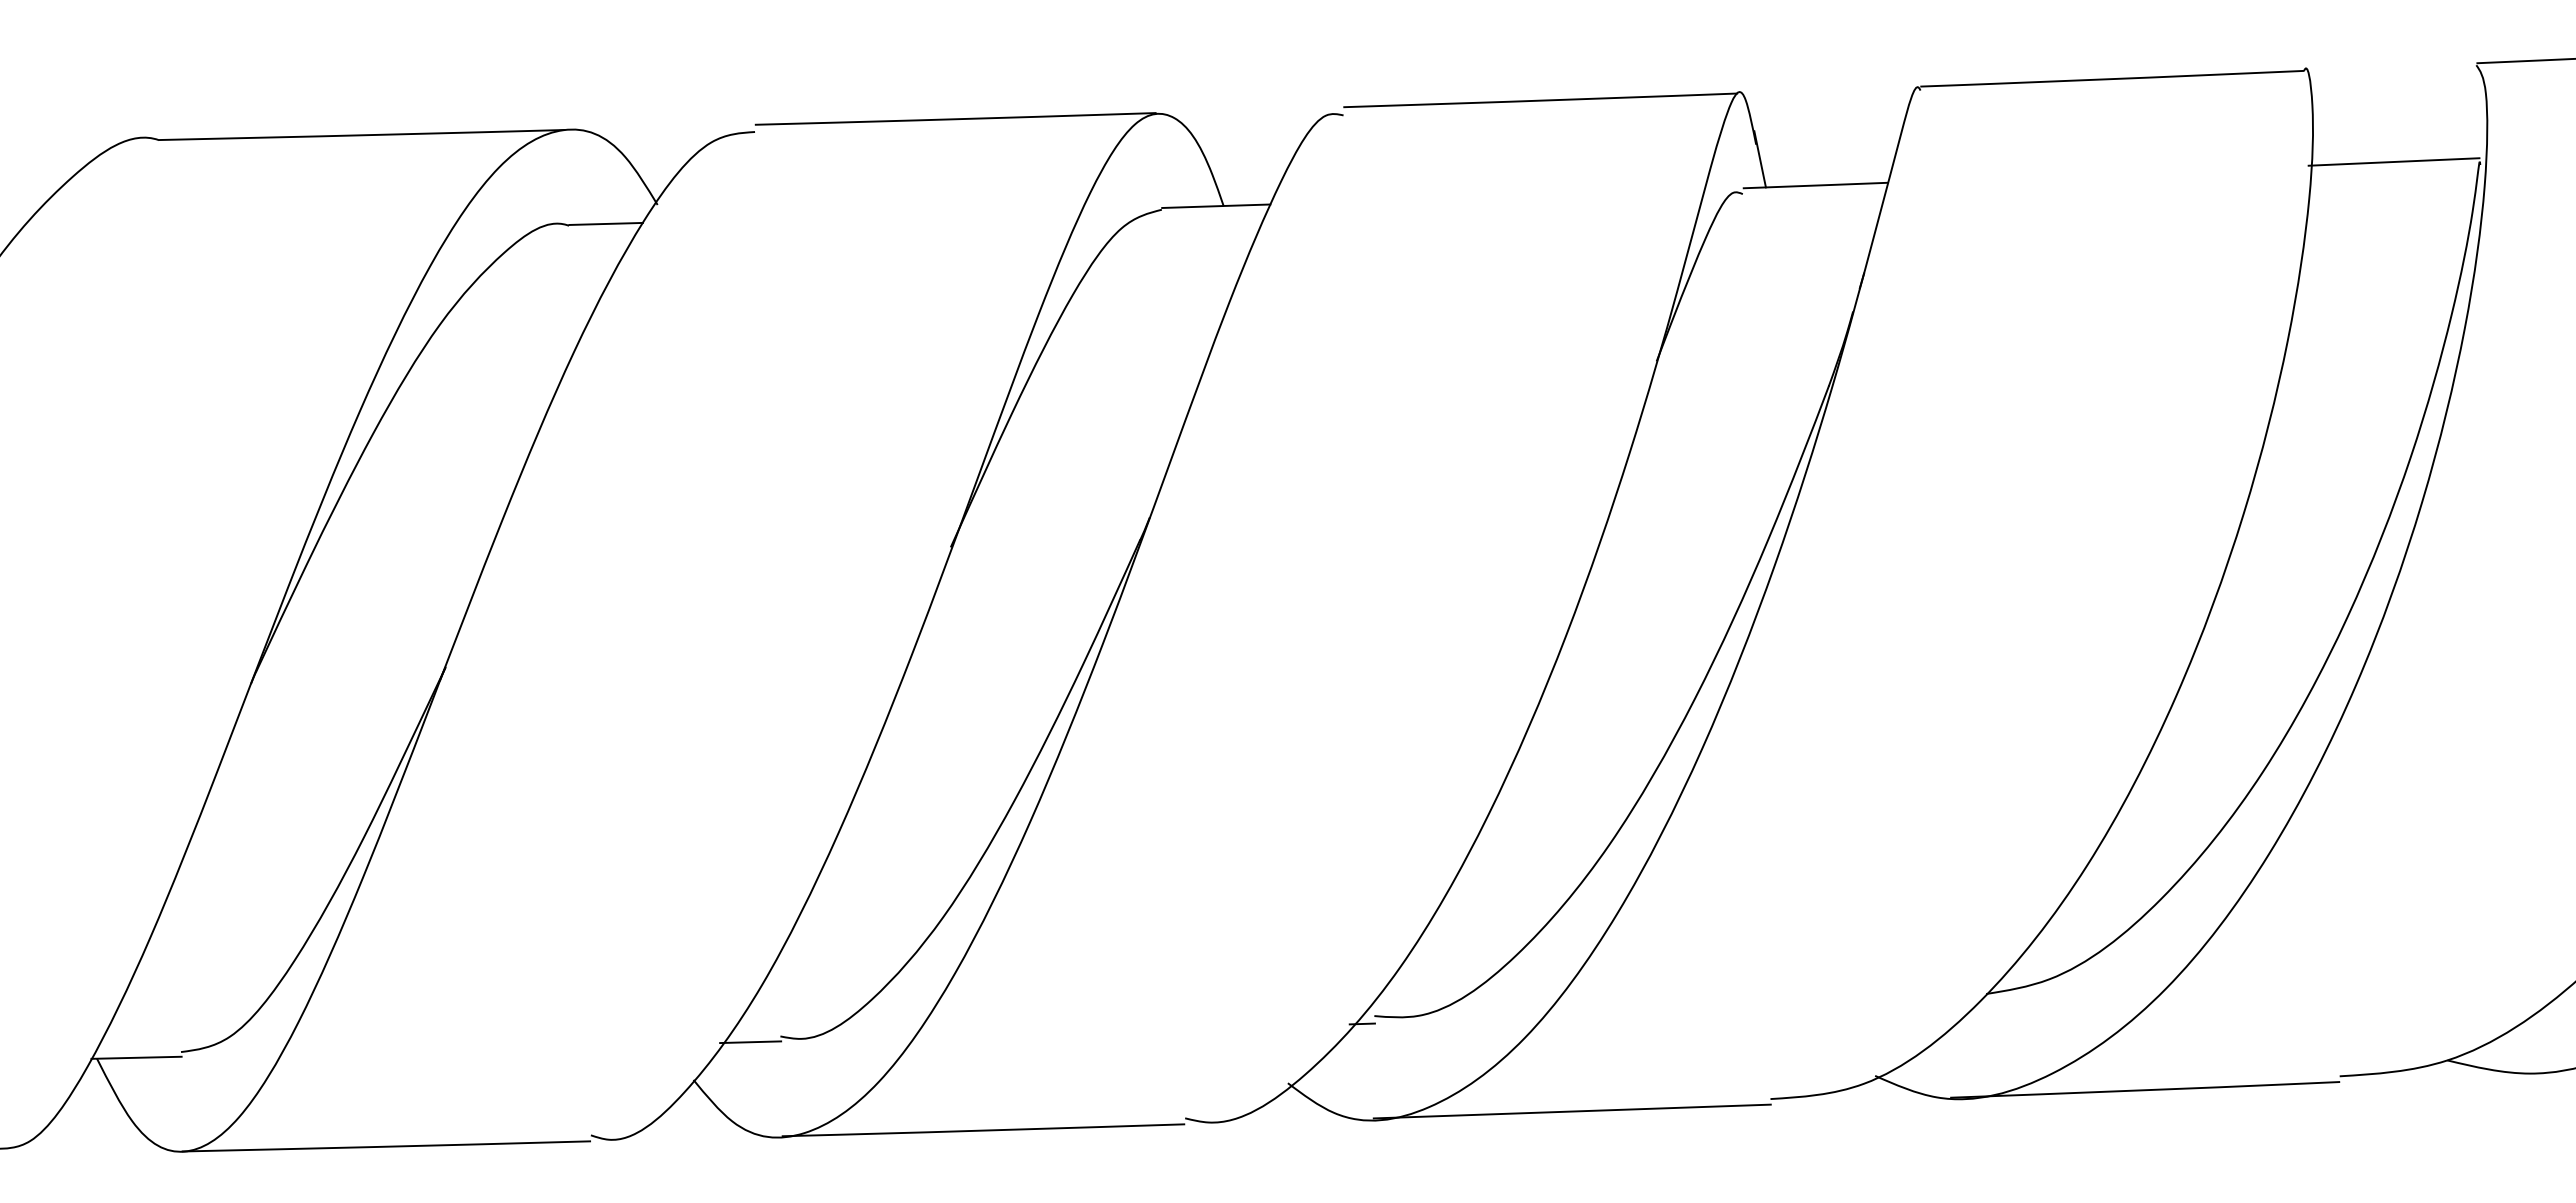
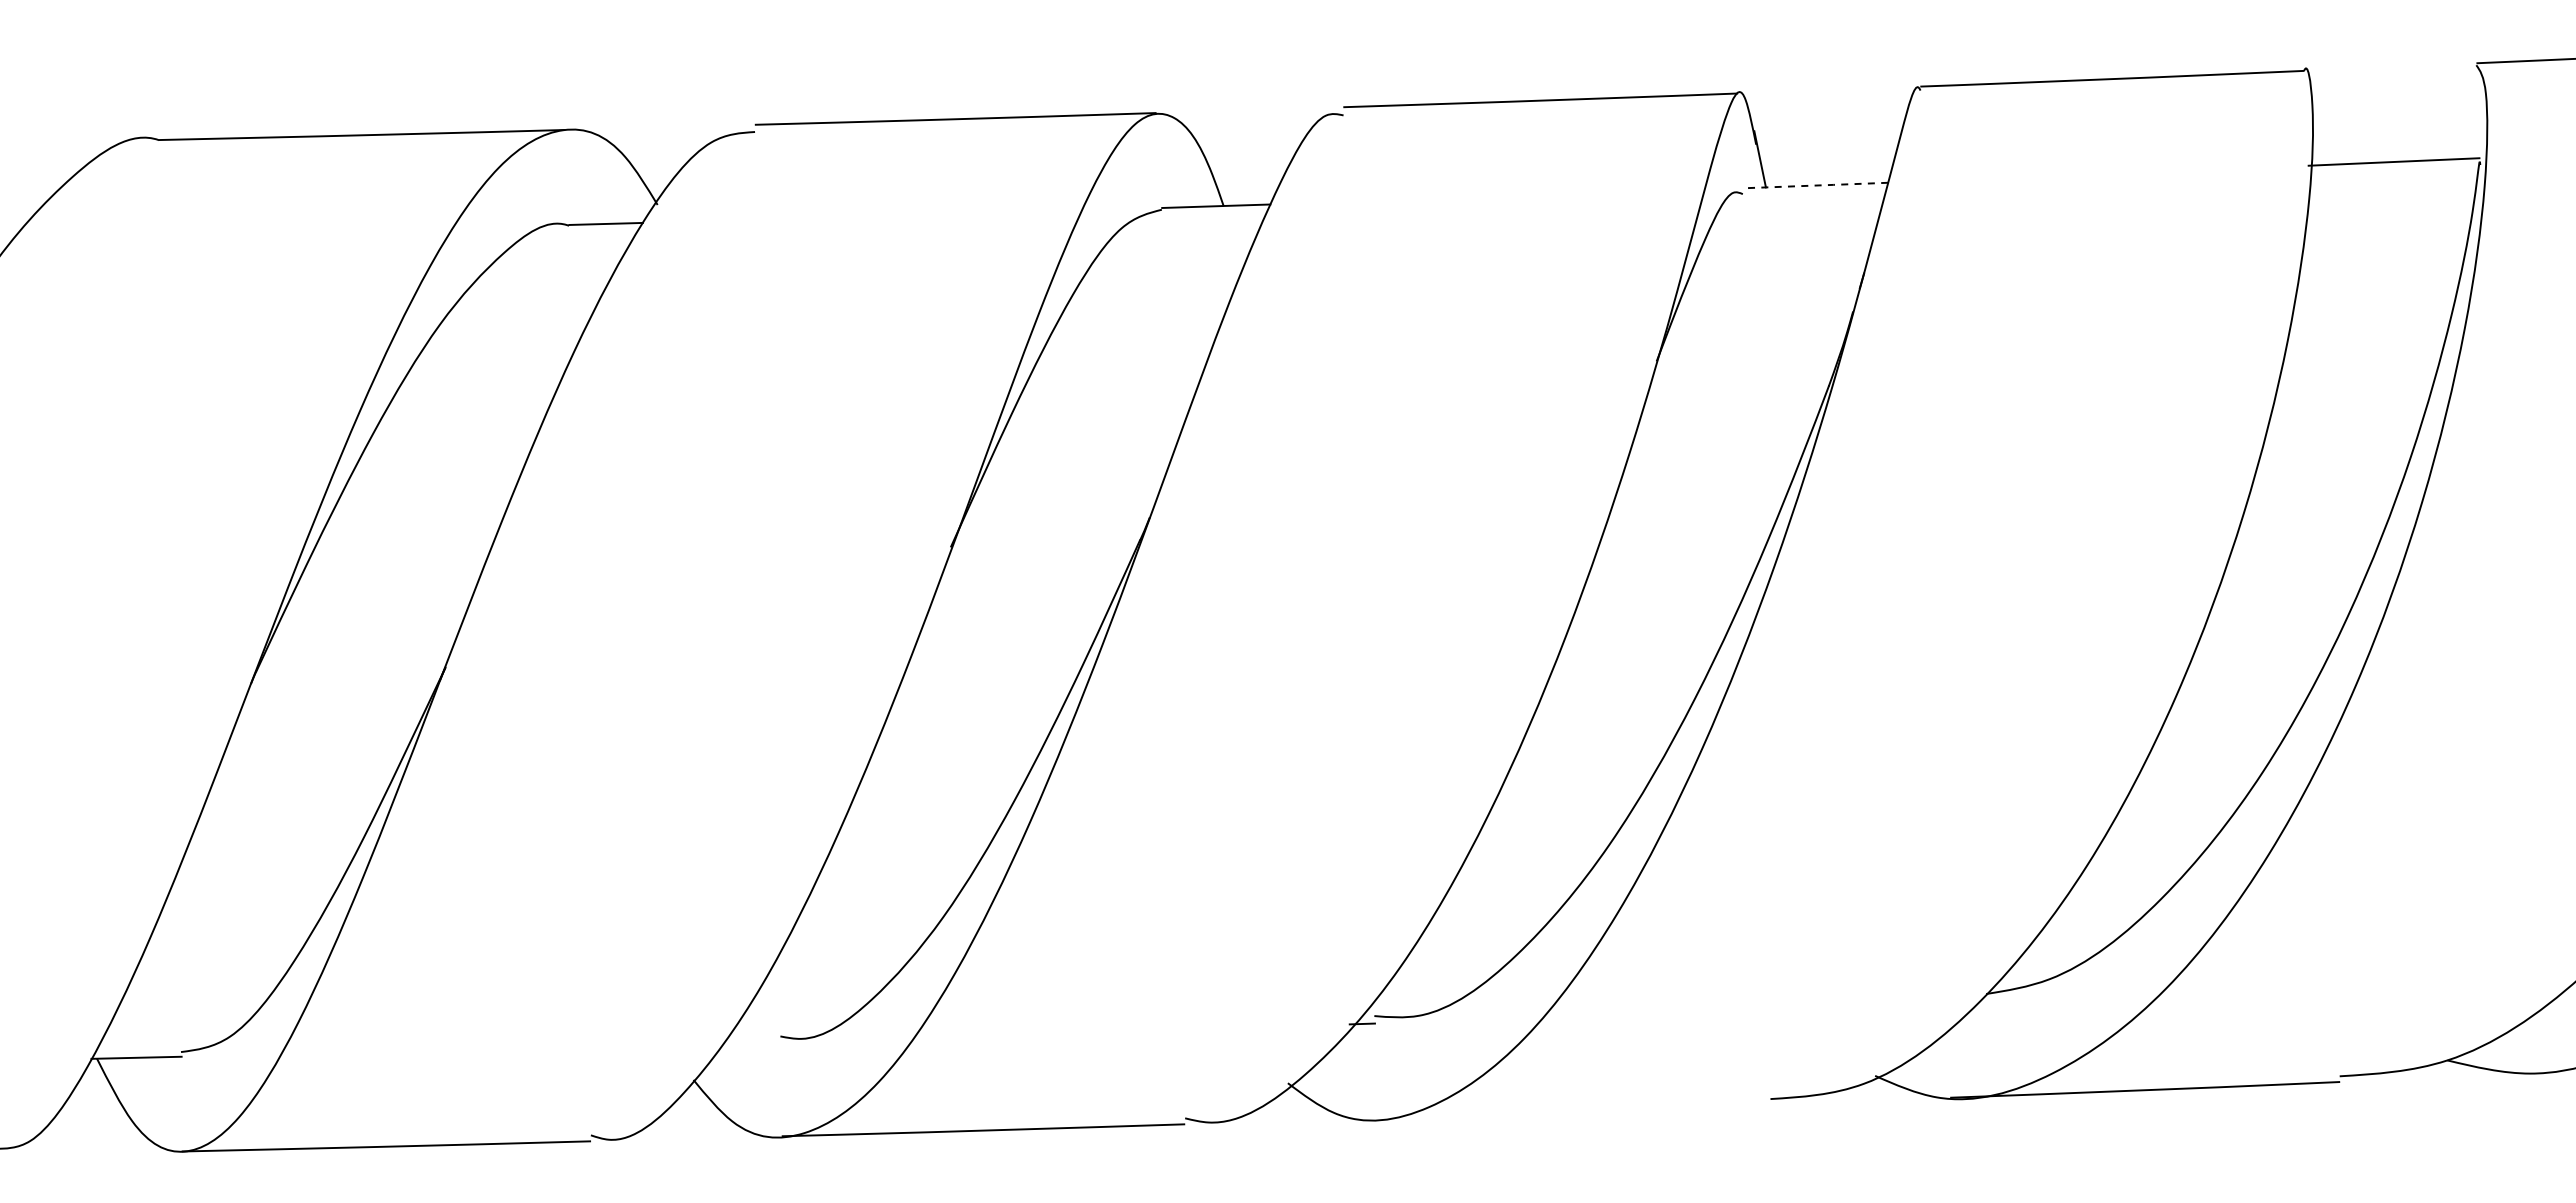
line at (1815, 185): solid -> dashed
line at (750, 1042): present -> none
line at (1571, 1111): present -> none
